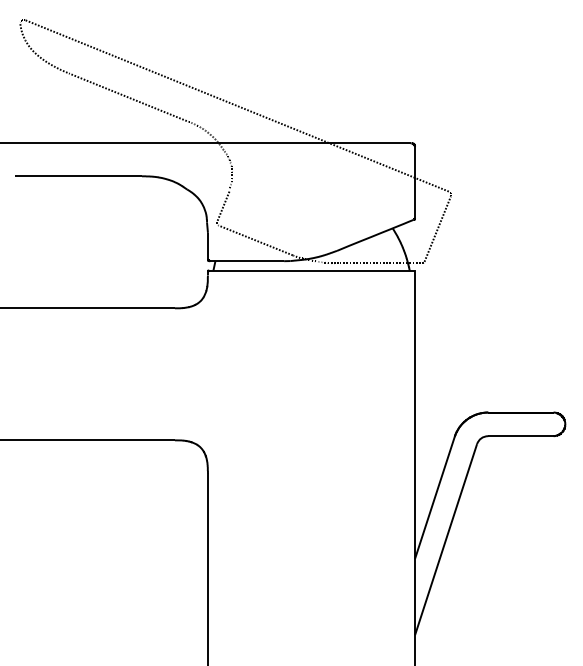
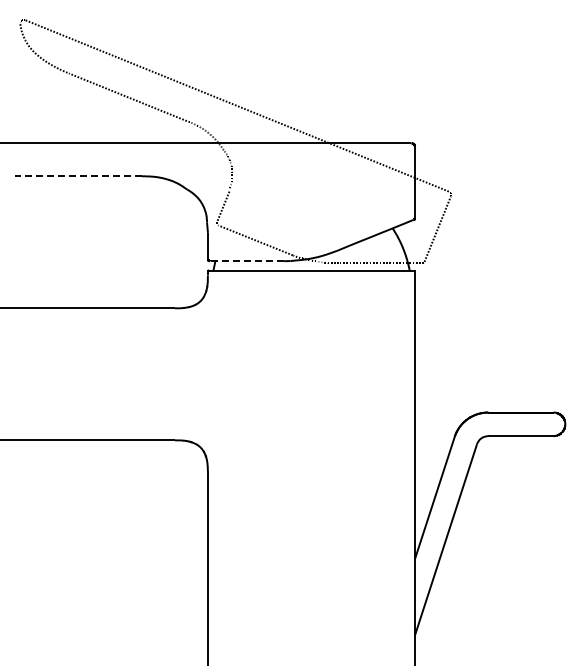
line at (78, 176): solid -> dashed
line at (247, 261): solid -> dashed
